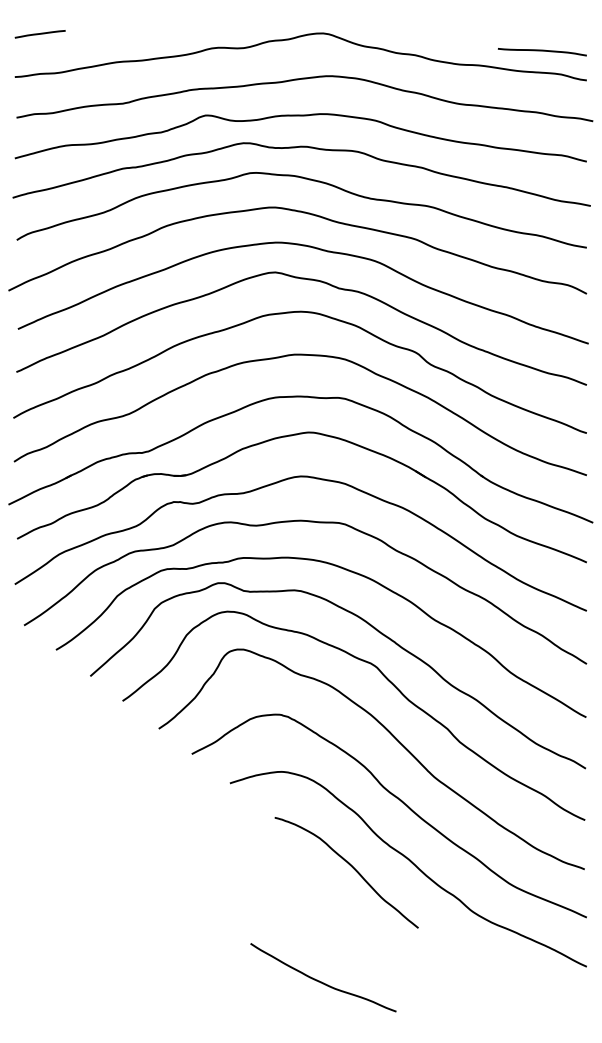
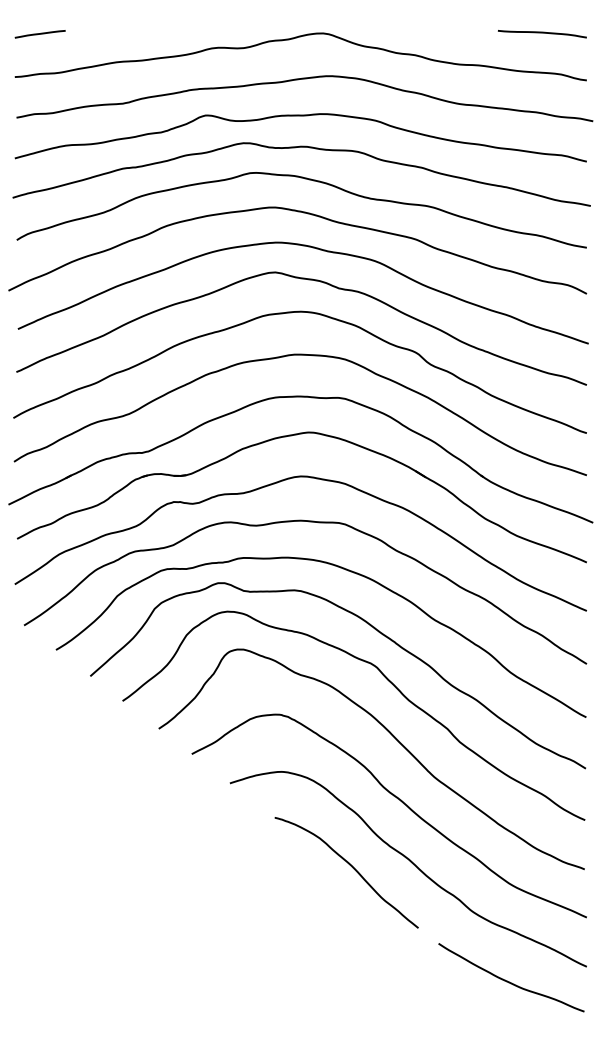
curve at (542, 51) position: (542, 51) -> (542, 33)
curve at (321, 981) position: (321, 981) -> (509, 981)
